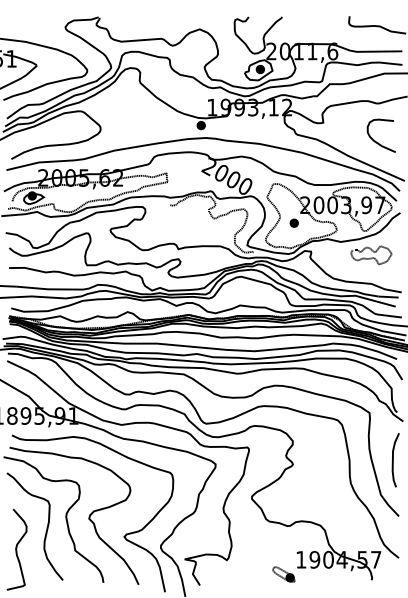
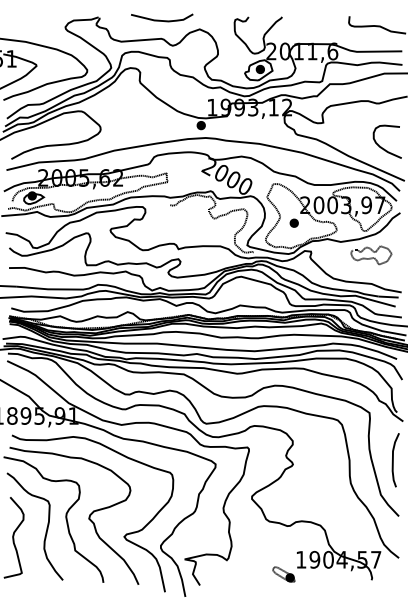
curve at (162, 20): none -> present
curve at (375, 140) position: (375, 140) -> (381, 146)
part at (16, 549) position: (16, 549) -> (13, 537)
